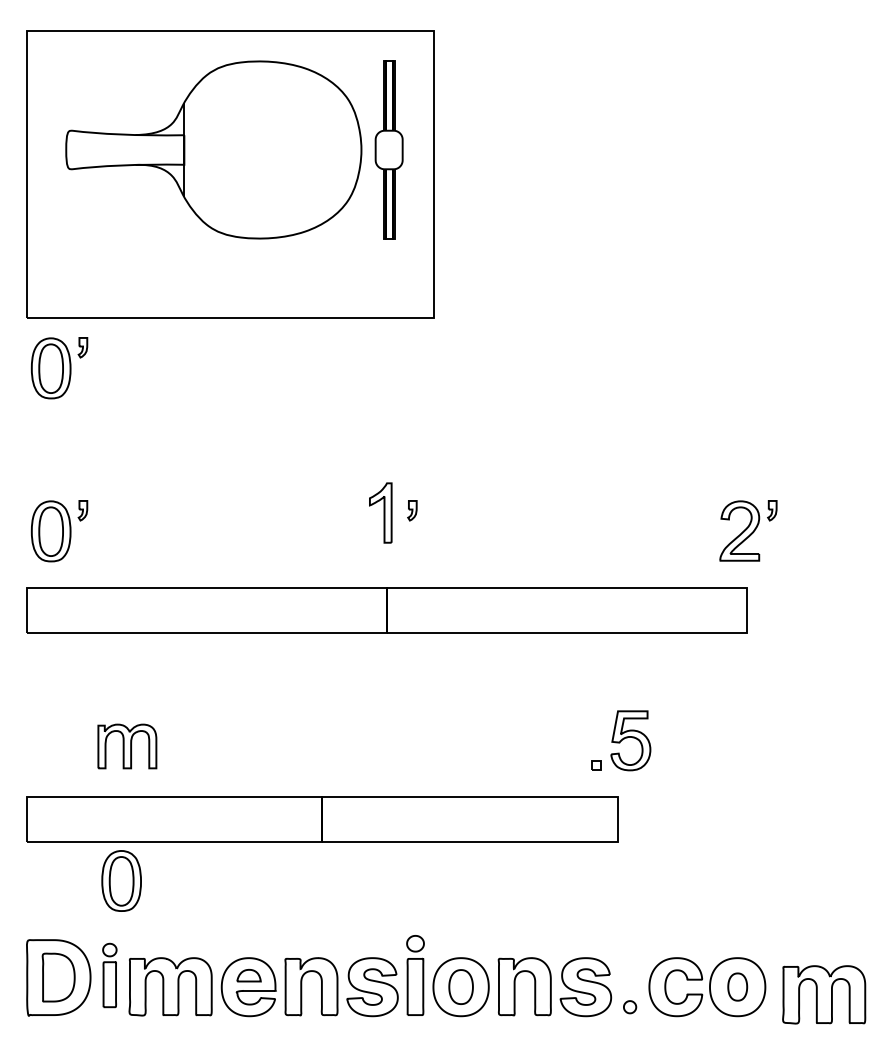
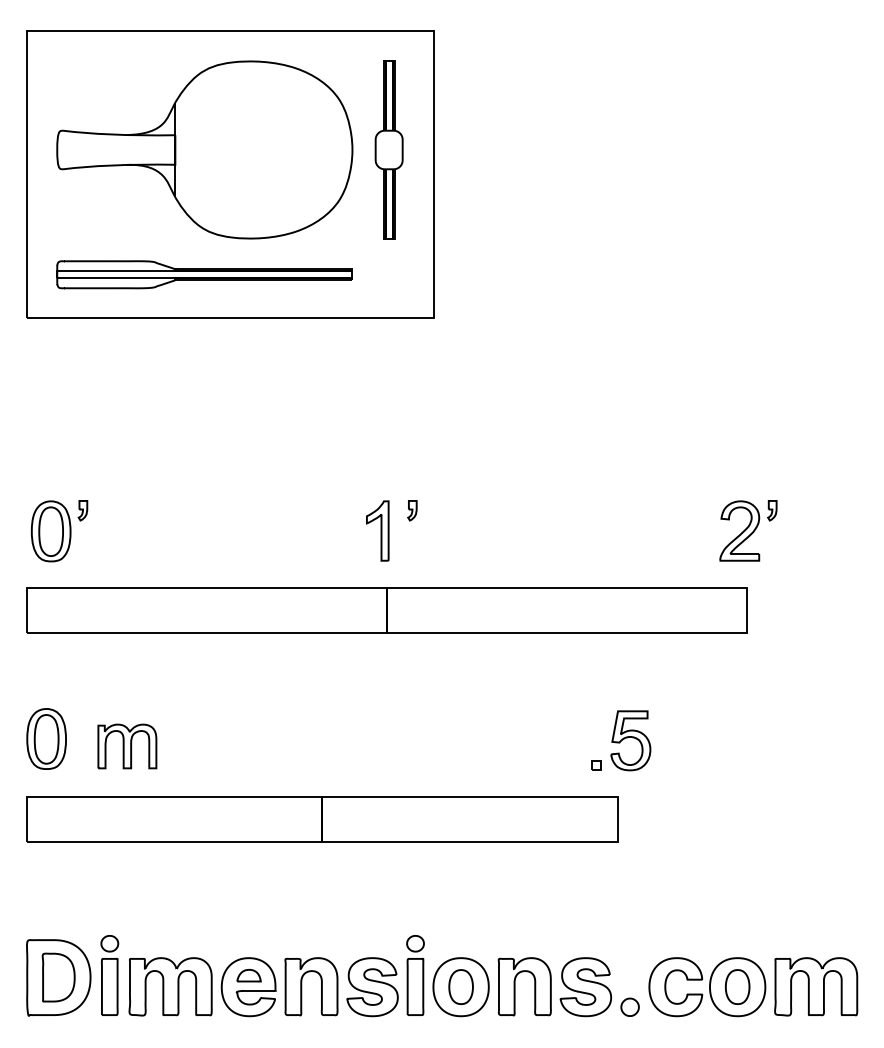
part at (213, 149) position: (213, 149) -> (204, 149)
part at (204, 274): none -> present
part at (59, 368): present -> none
part at (380, 512) position: (380, 512) -> (377, 530)
part at (121, 880) position: (121, 880) -> (46, 738)
part at (109, 975) size: 16x67 px -> 20x81 px
part at (737, 986) size: 22x30 px -> 26x36 px
part at (824, 994) position: (824, 994) -> (816, 986)
part at (630, 1007) size: 15x15 px -> 20x20 px
